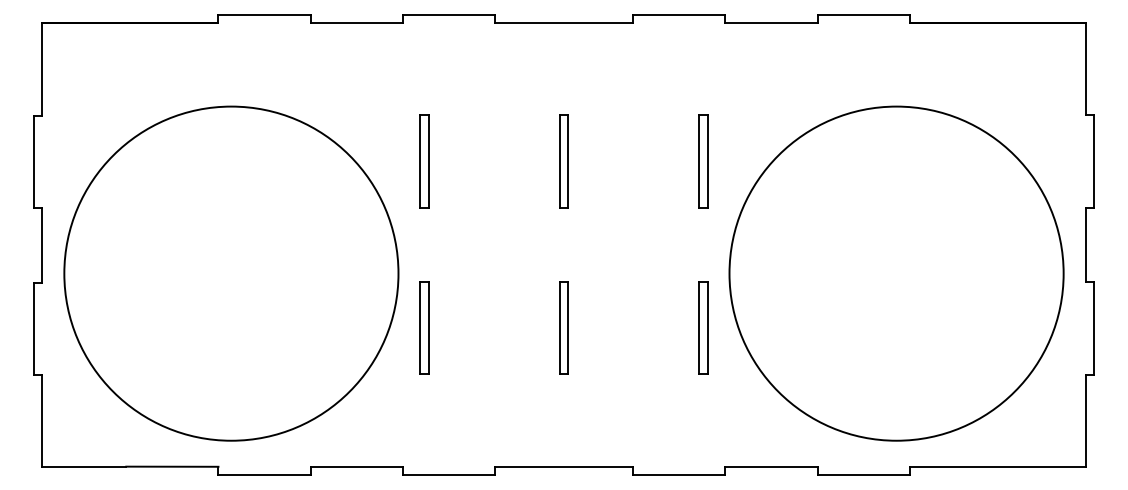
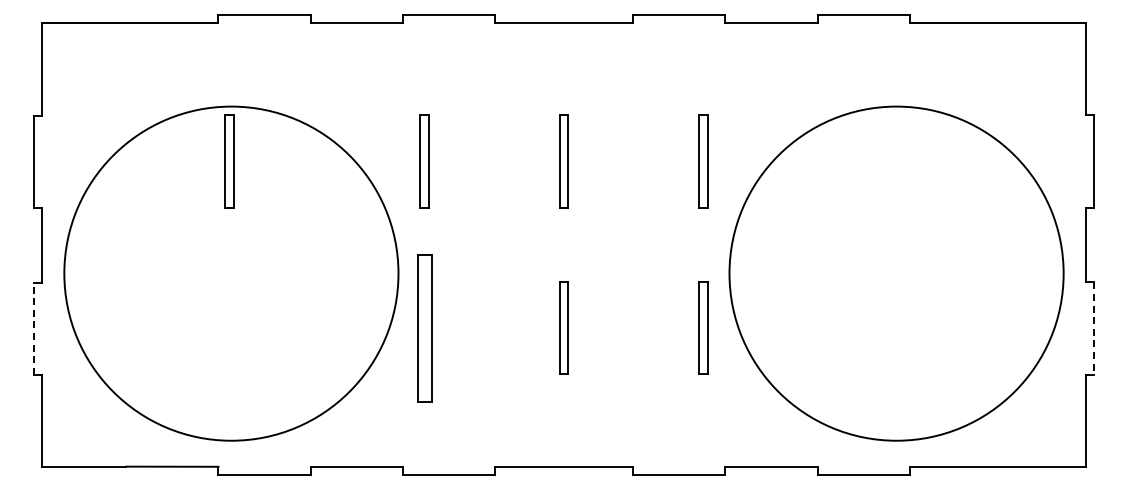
part at (229, 161): none -> present
part at (424, 327) size: 11x94 px -> 16x149 px
line at (33, 328): solid -> dashed
line at (1094, 329): solid -> dashed
